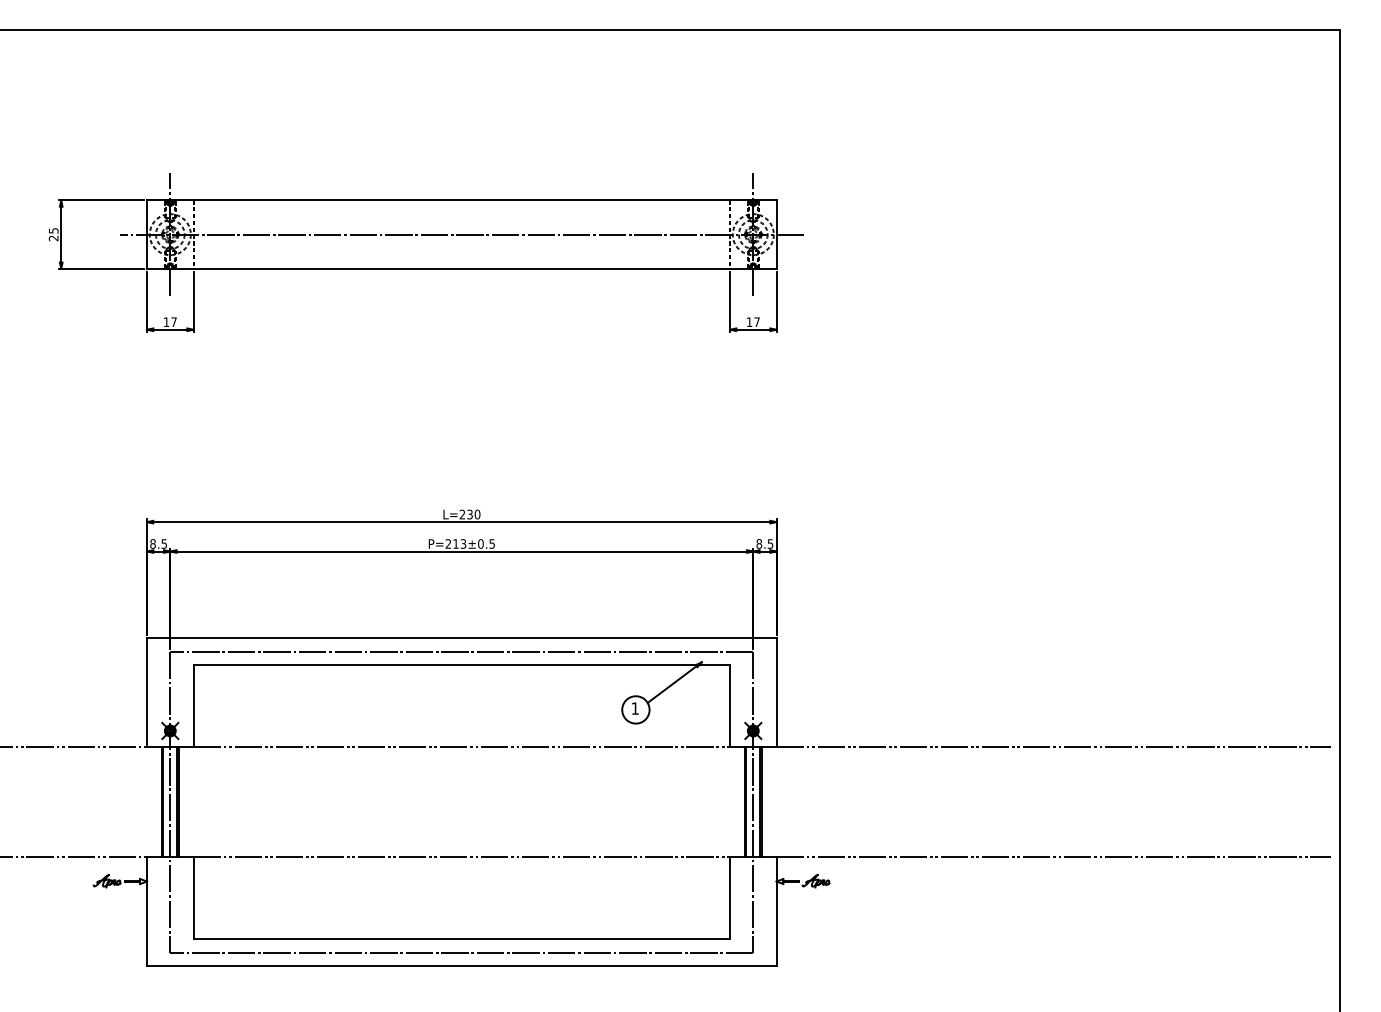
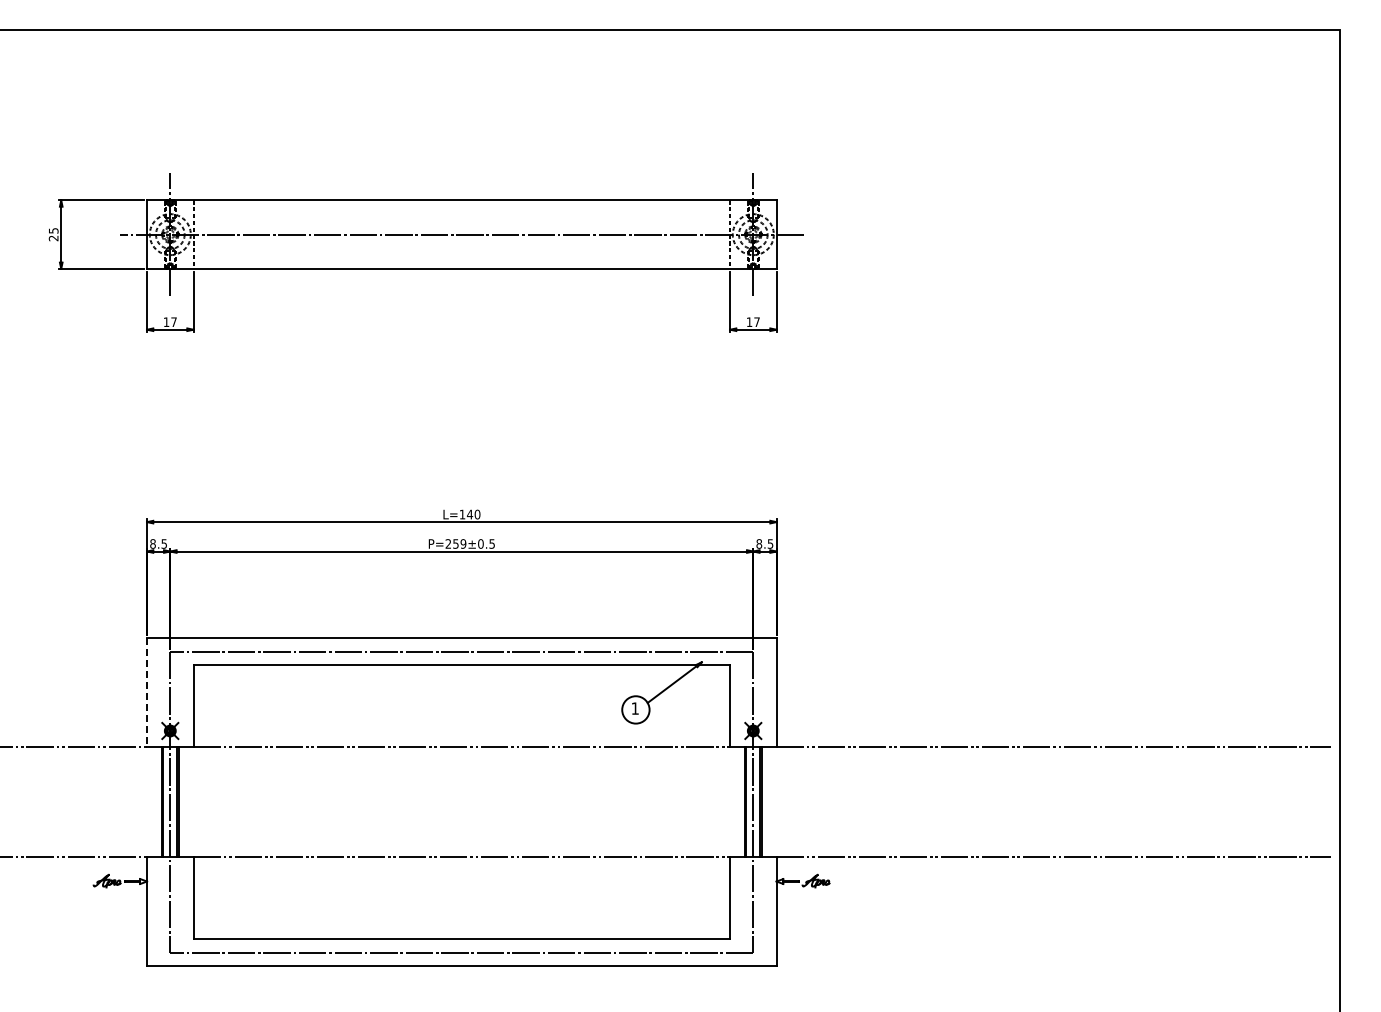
text at (466, 514): L=230 -> L=140
text at (459, 543): P=213±0.5 -> P=259±0.5
line at (147, 692): solid -> dashed
